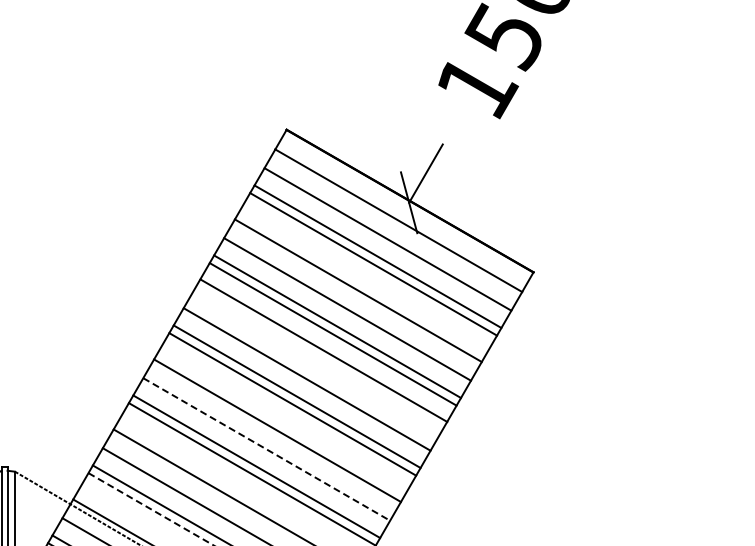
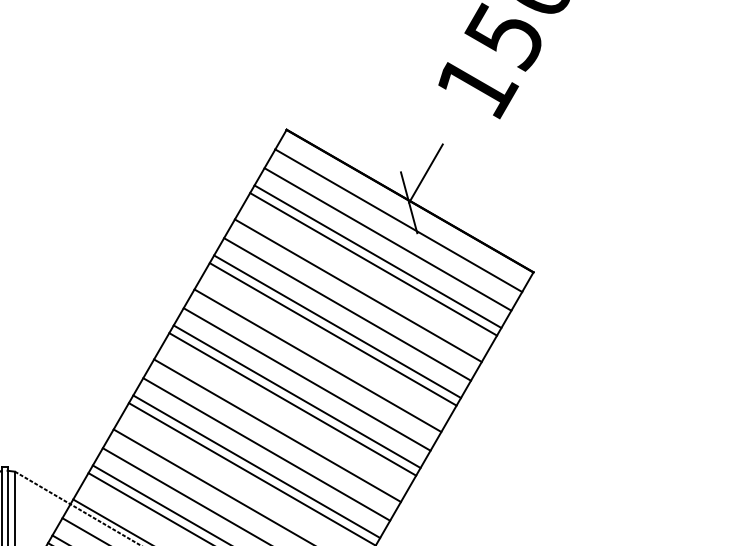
line at (323, 350) position: (323, 350) -> (317, 360)
line at (266, 449): dashed -> solid
line at (151, 509): dashed -> solid
